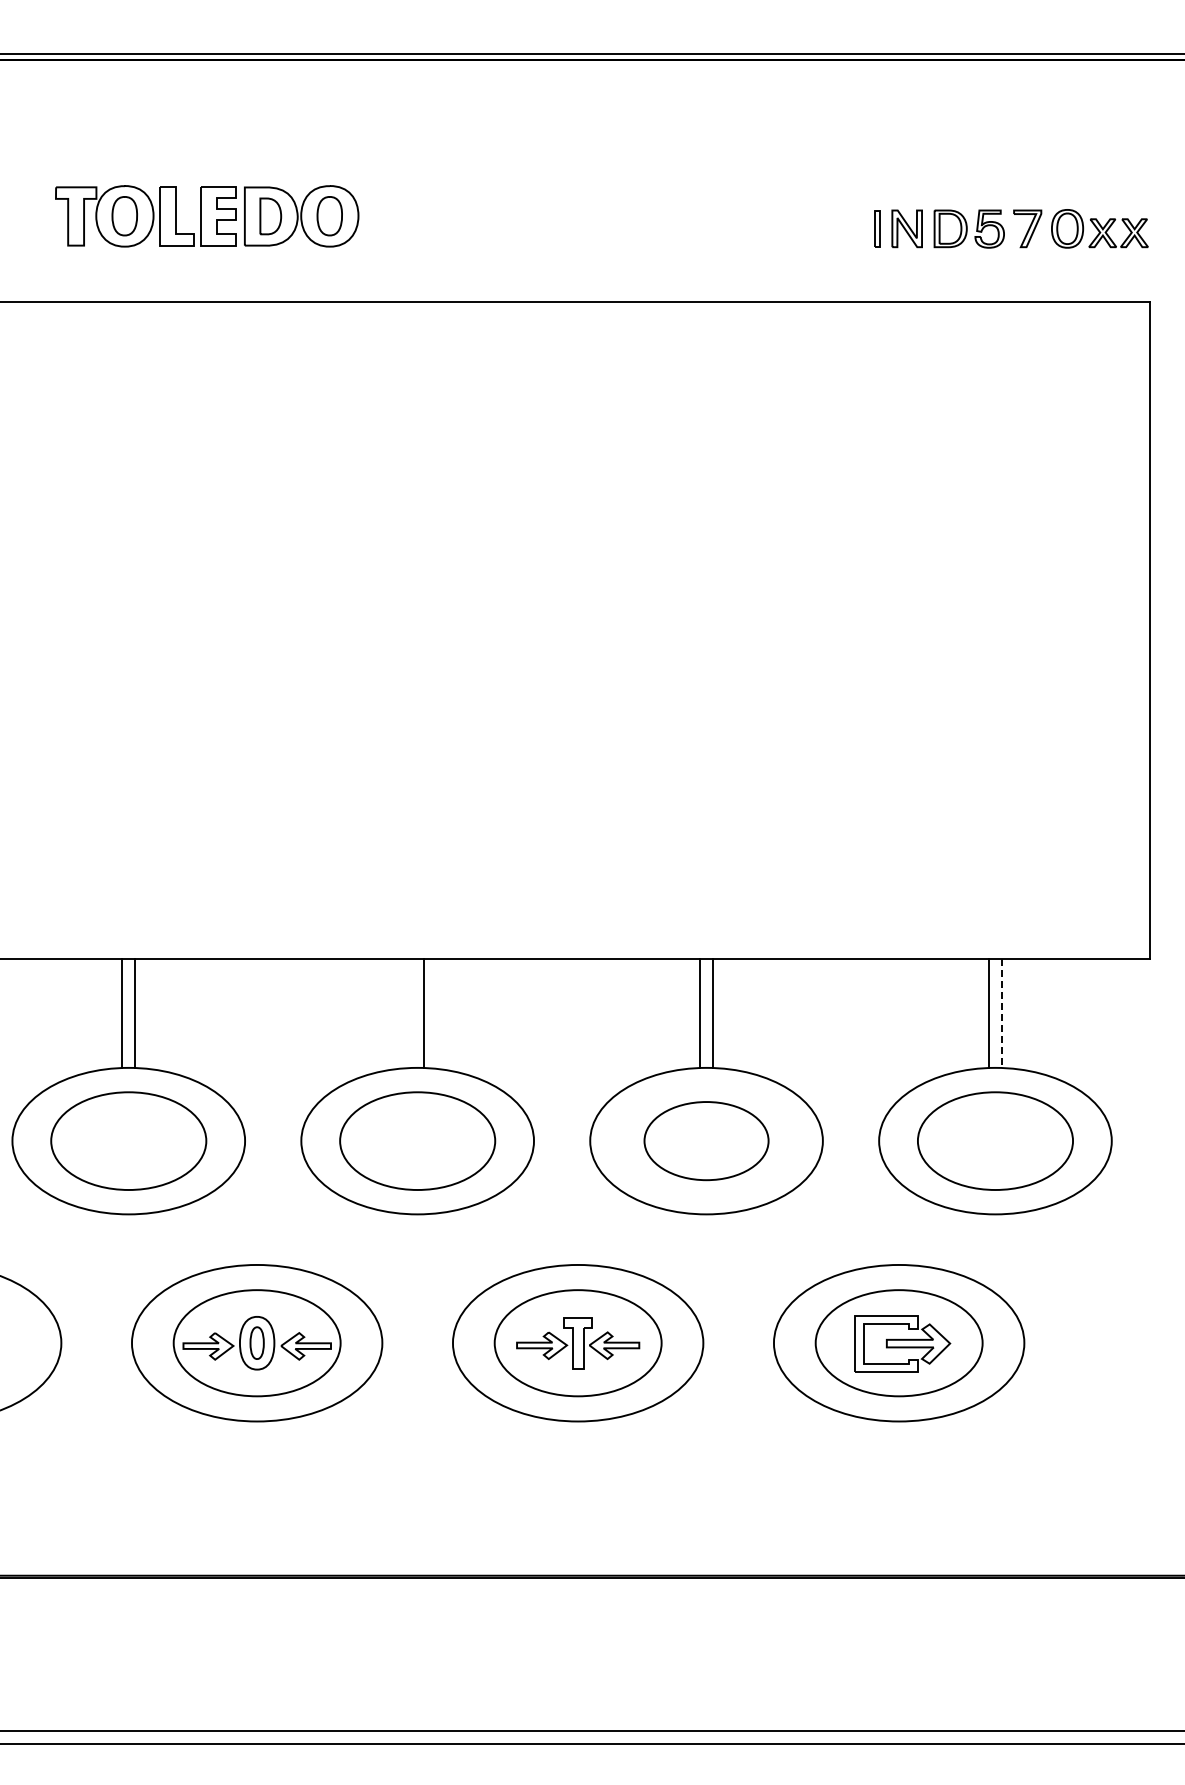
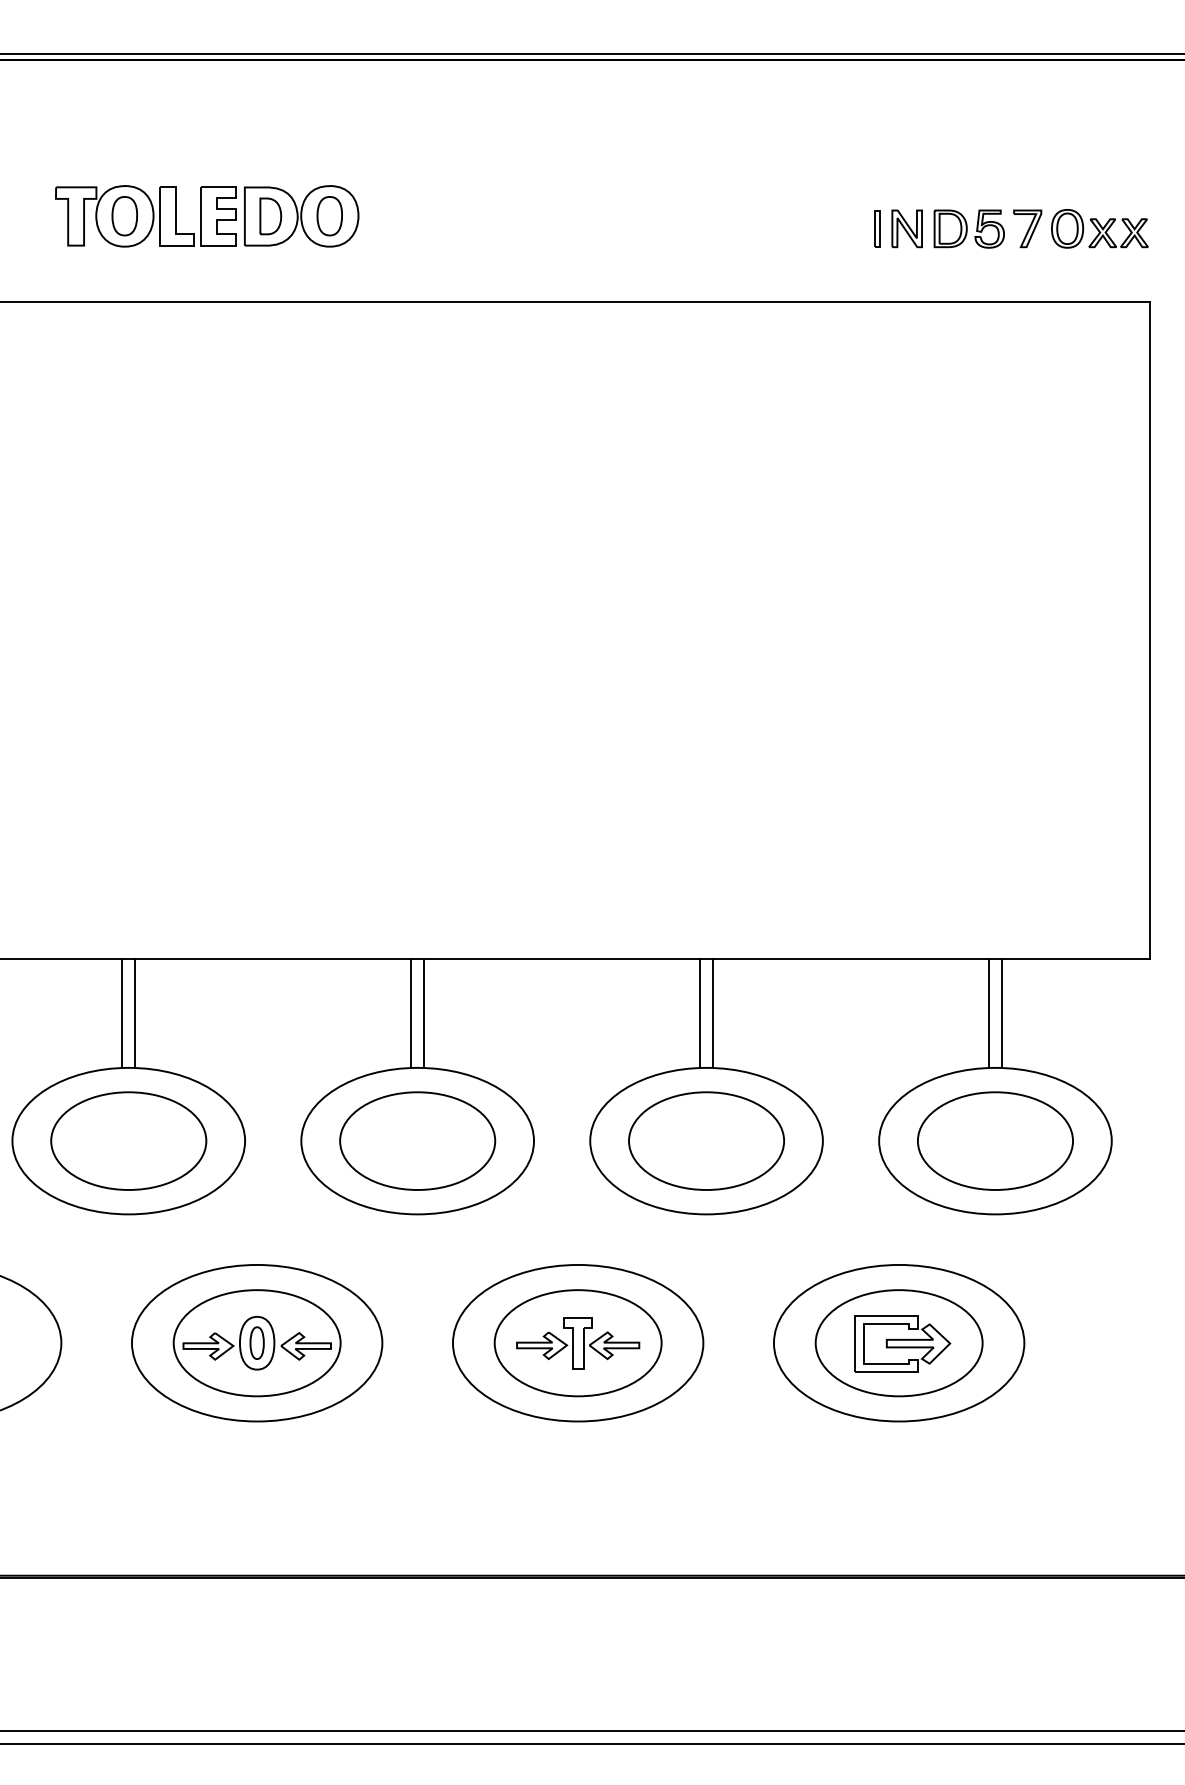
line at (411, 1013): none -> present
line at (1001, 1014): dashed -> solid
part at (706, 1141) size: 127x81 px -> 157x100 px
